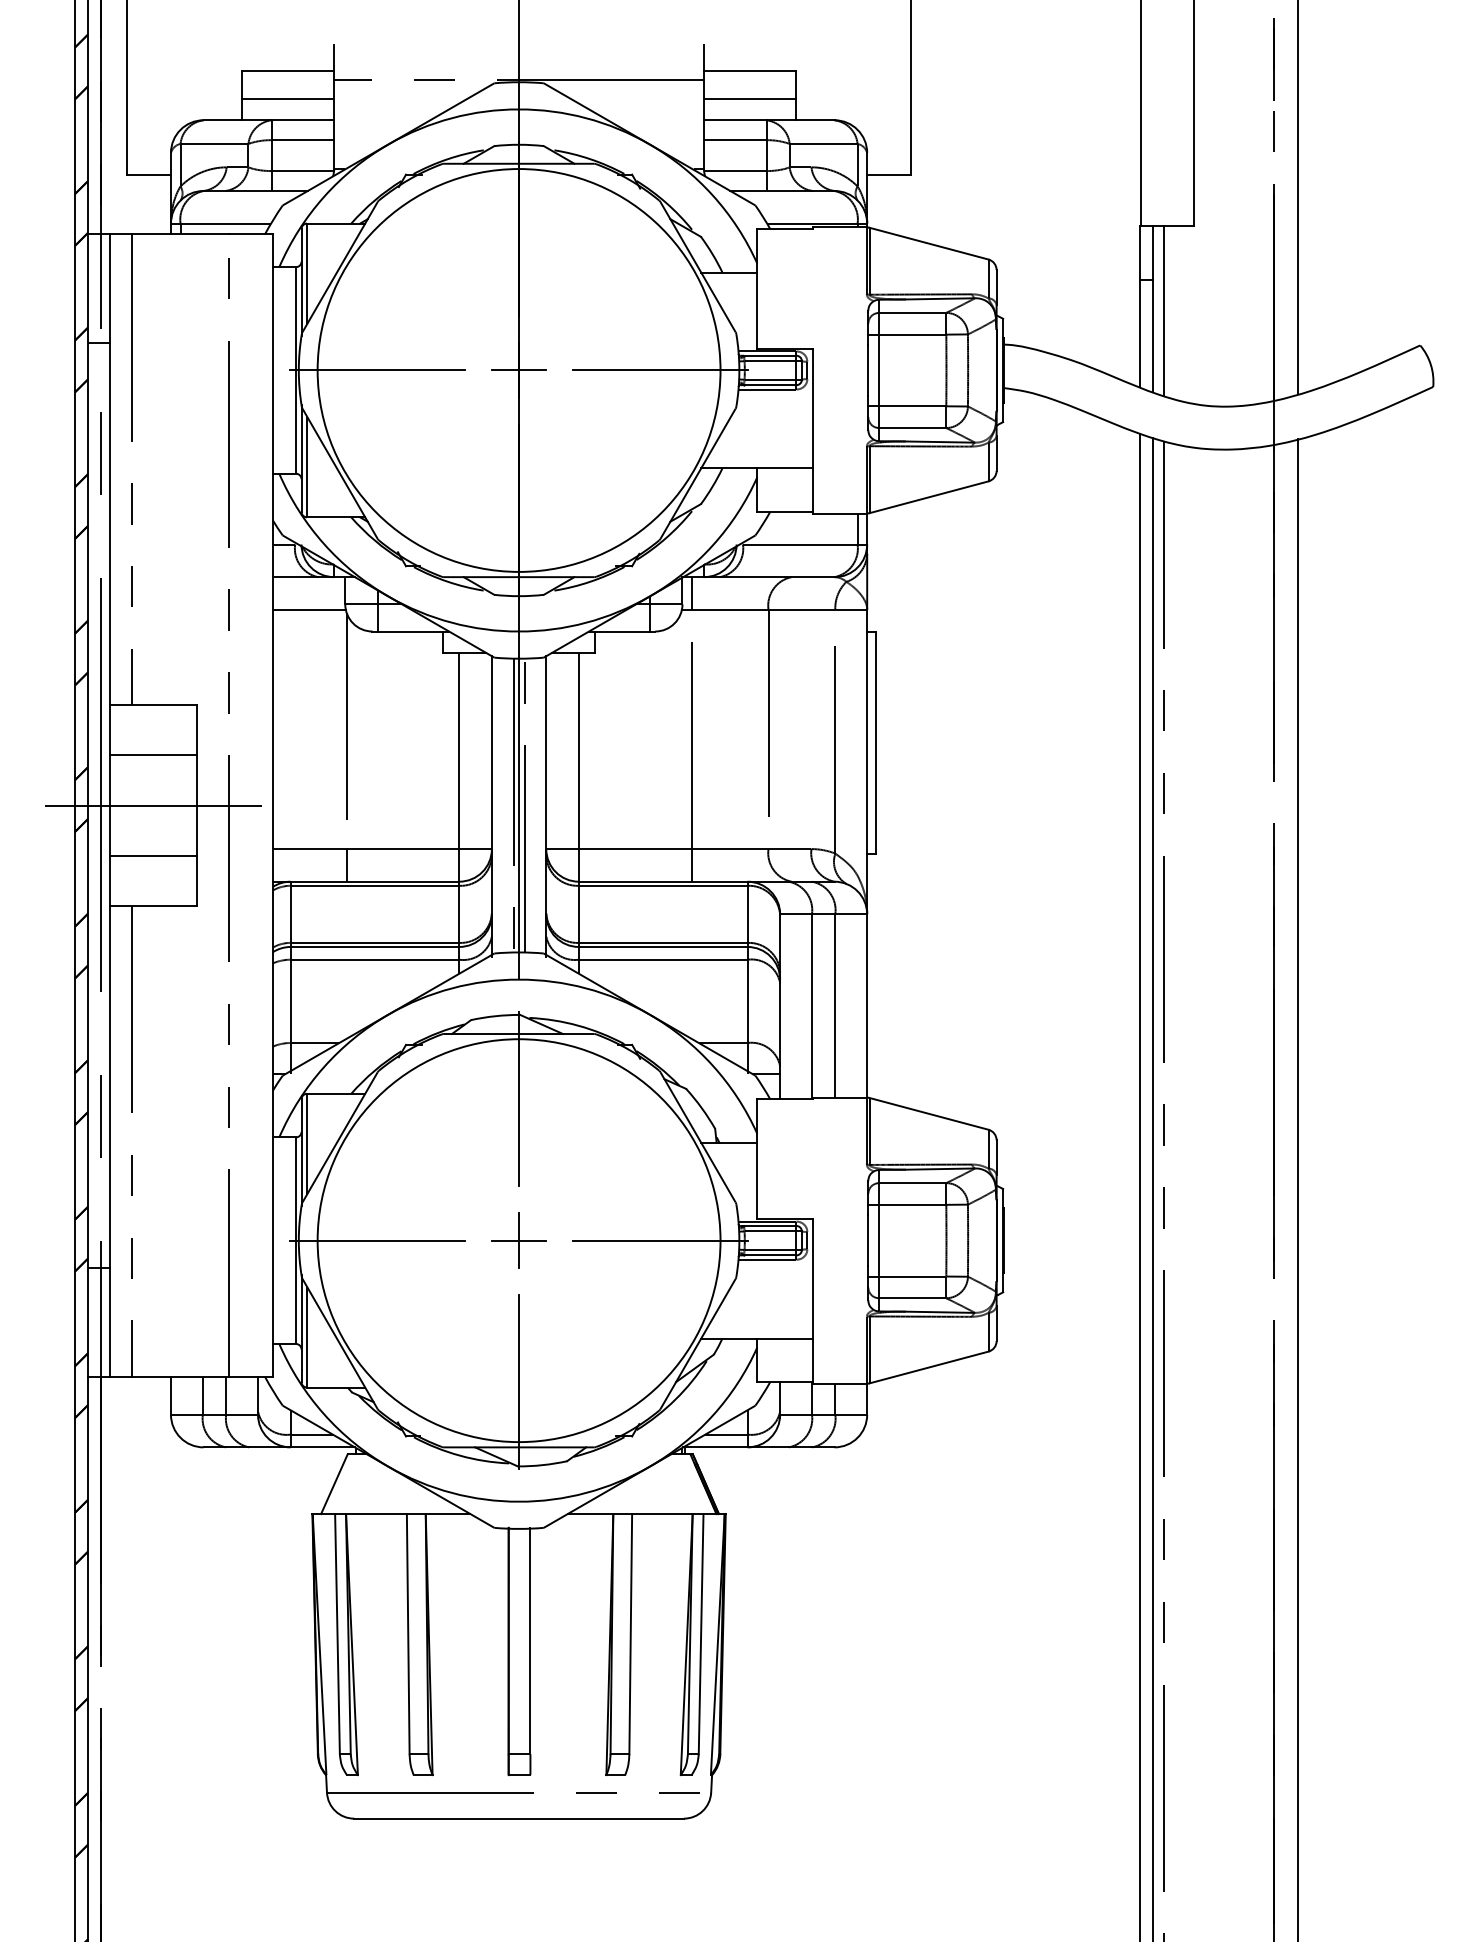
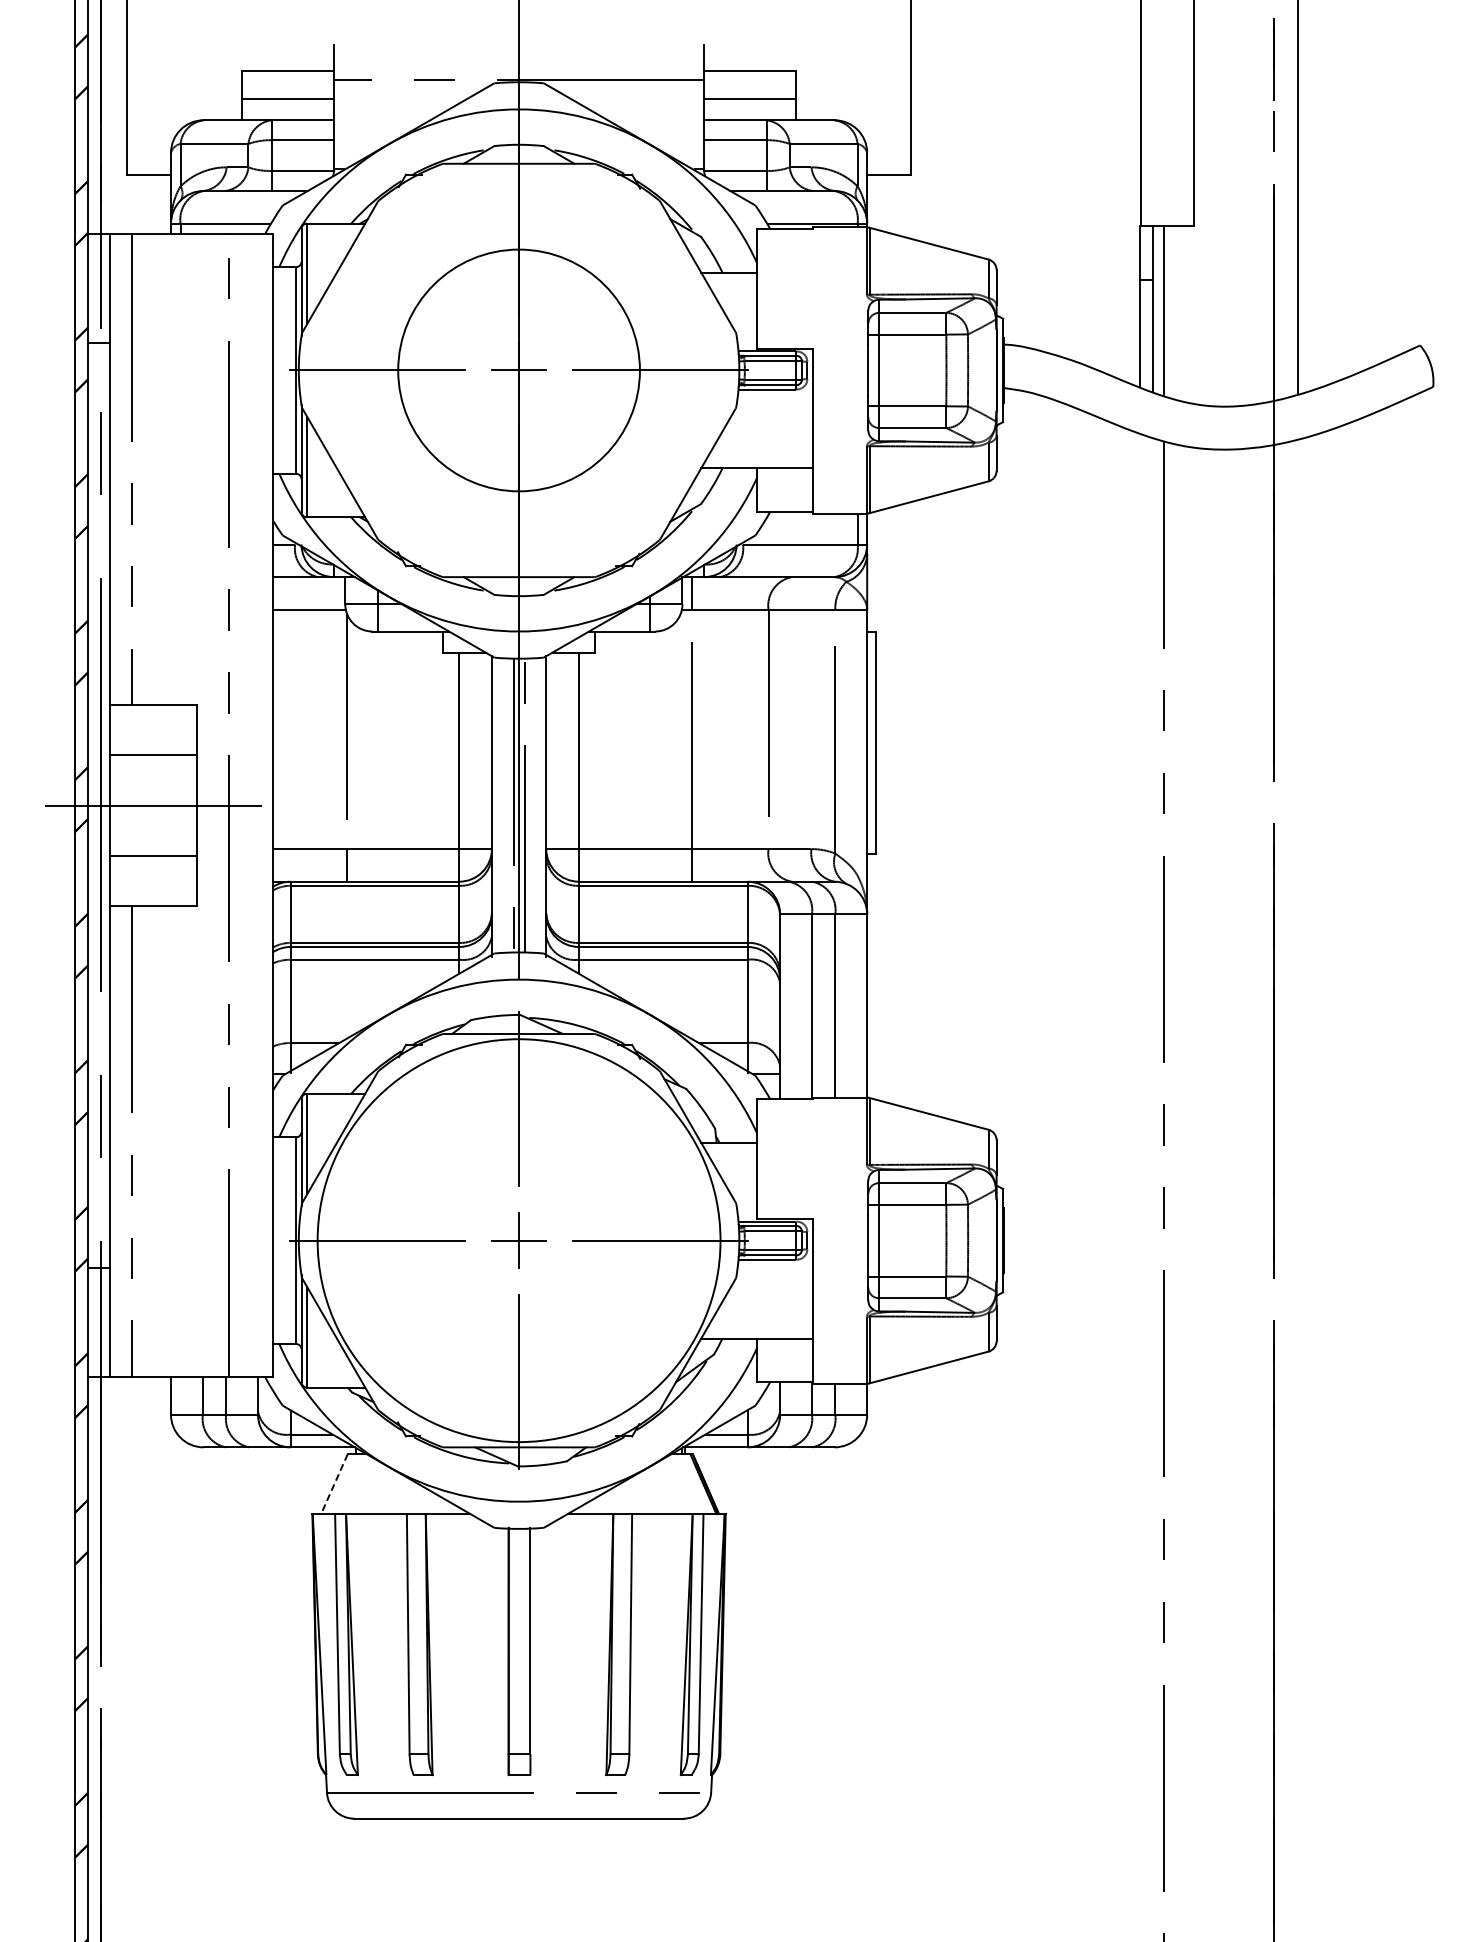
circle at (518, 370) diameter: 403 px -> 242 px
line at (1139, 1185): present -> none
line at (1152, 1188): present -> none
line at (1297, 1188): present -> none
line at (334, 1484): solid -> dashed
